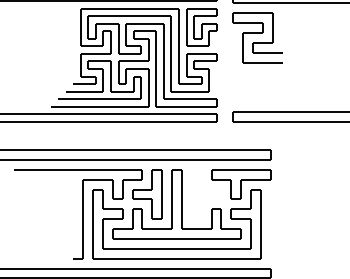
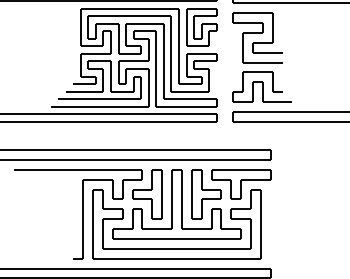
part at (261, 86): none -> present
part at (206, 194): none -> present
